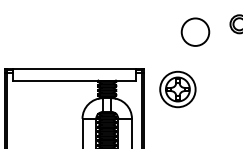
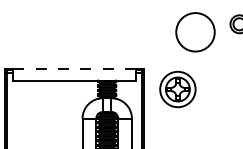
circle at (195, 31) size: 31x30 px -> 41x41 px
line at (74, 69): solid -> dashed
